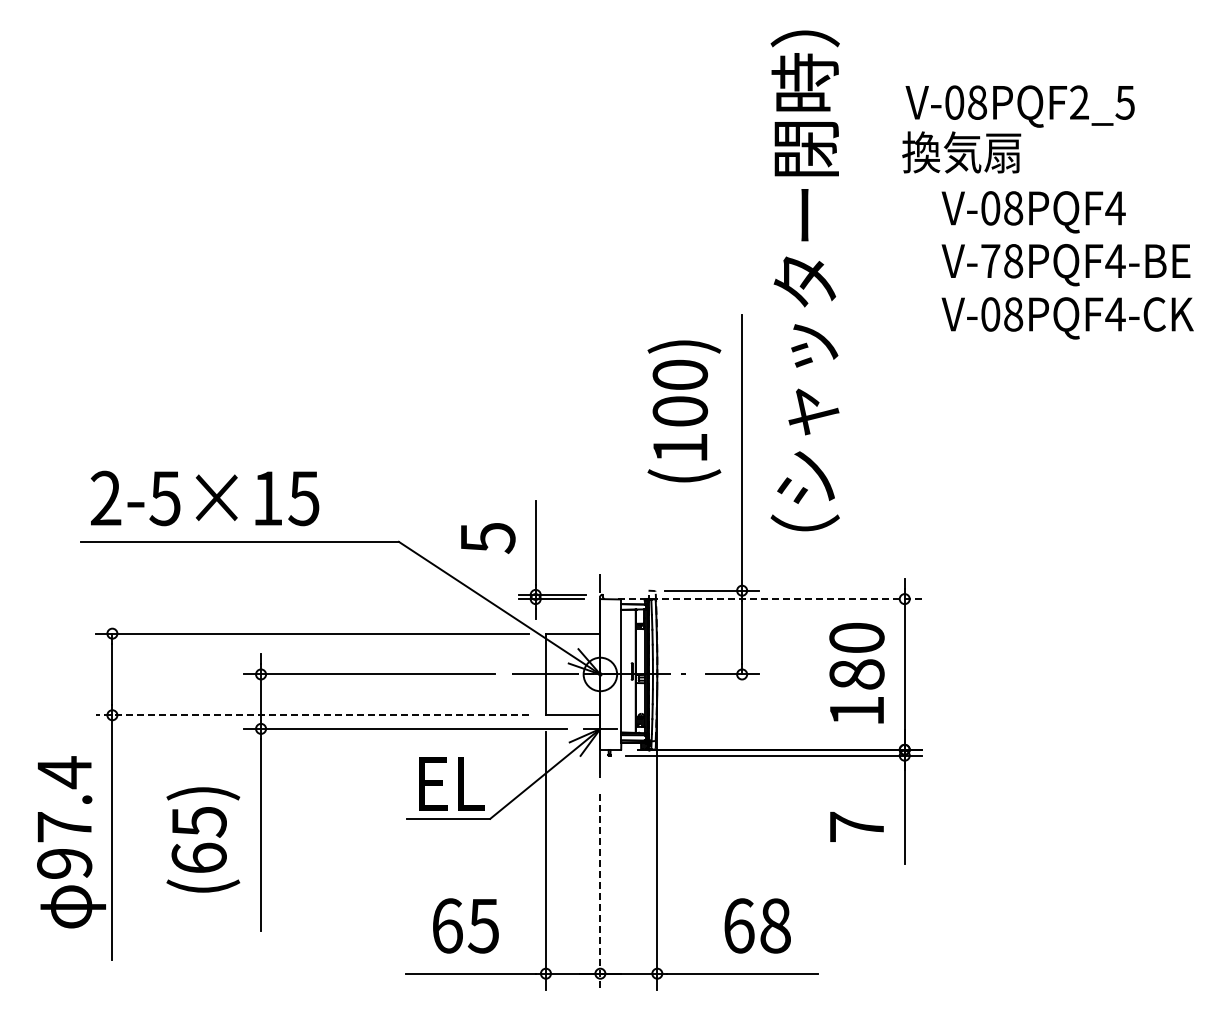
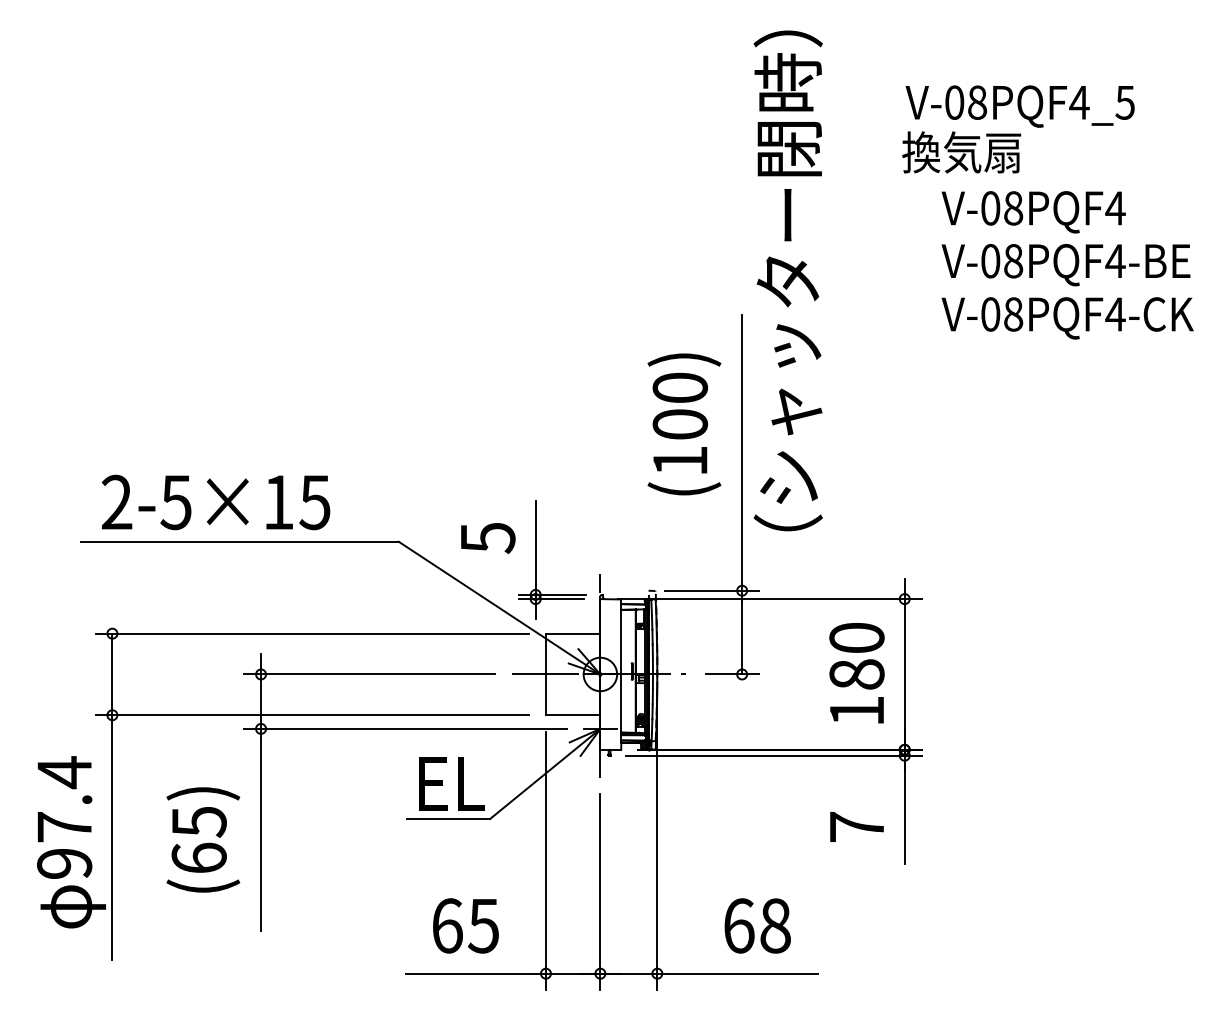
text at (1079, 102): V-08PQF2_5 -> V-08PQF4_5
text at (990, 261): V-78PQF4-BE -> V-08PQF4-BE
text at (804, 280) position: (804, 280) -> (787, 280)
text at (684, 411) position: (684, 411) -> (684, 424)
text at (204, 498) position: (204, 498) -> (215, 502)
line at (769, 599): dashed -> solid
line at (312, 715): dashed -> solid
line at (600, 892): dashed -> solid
